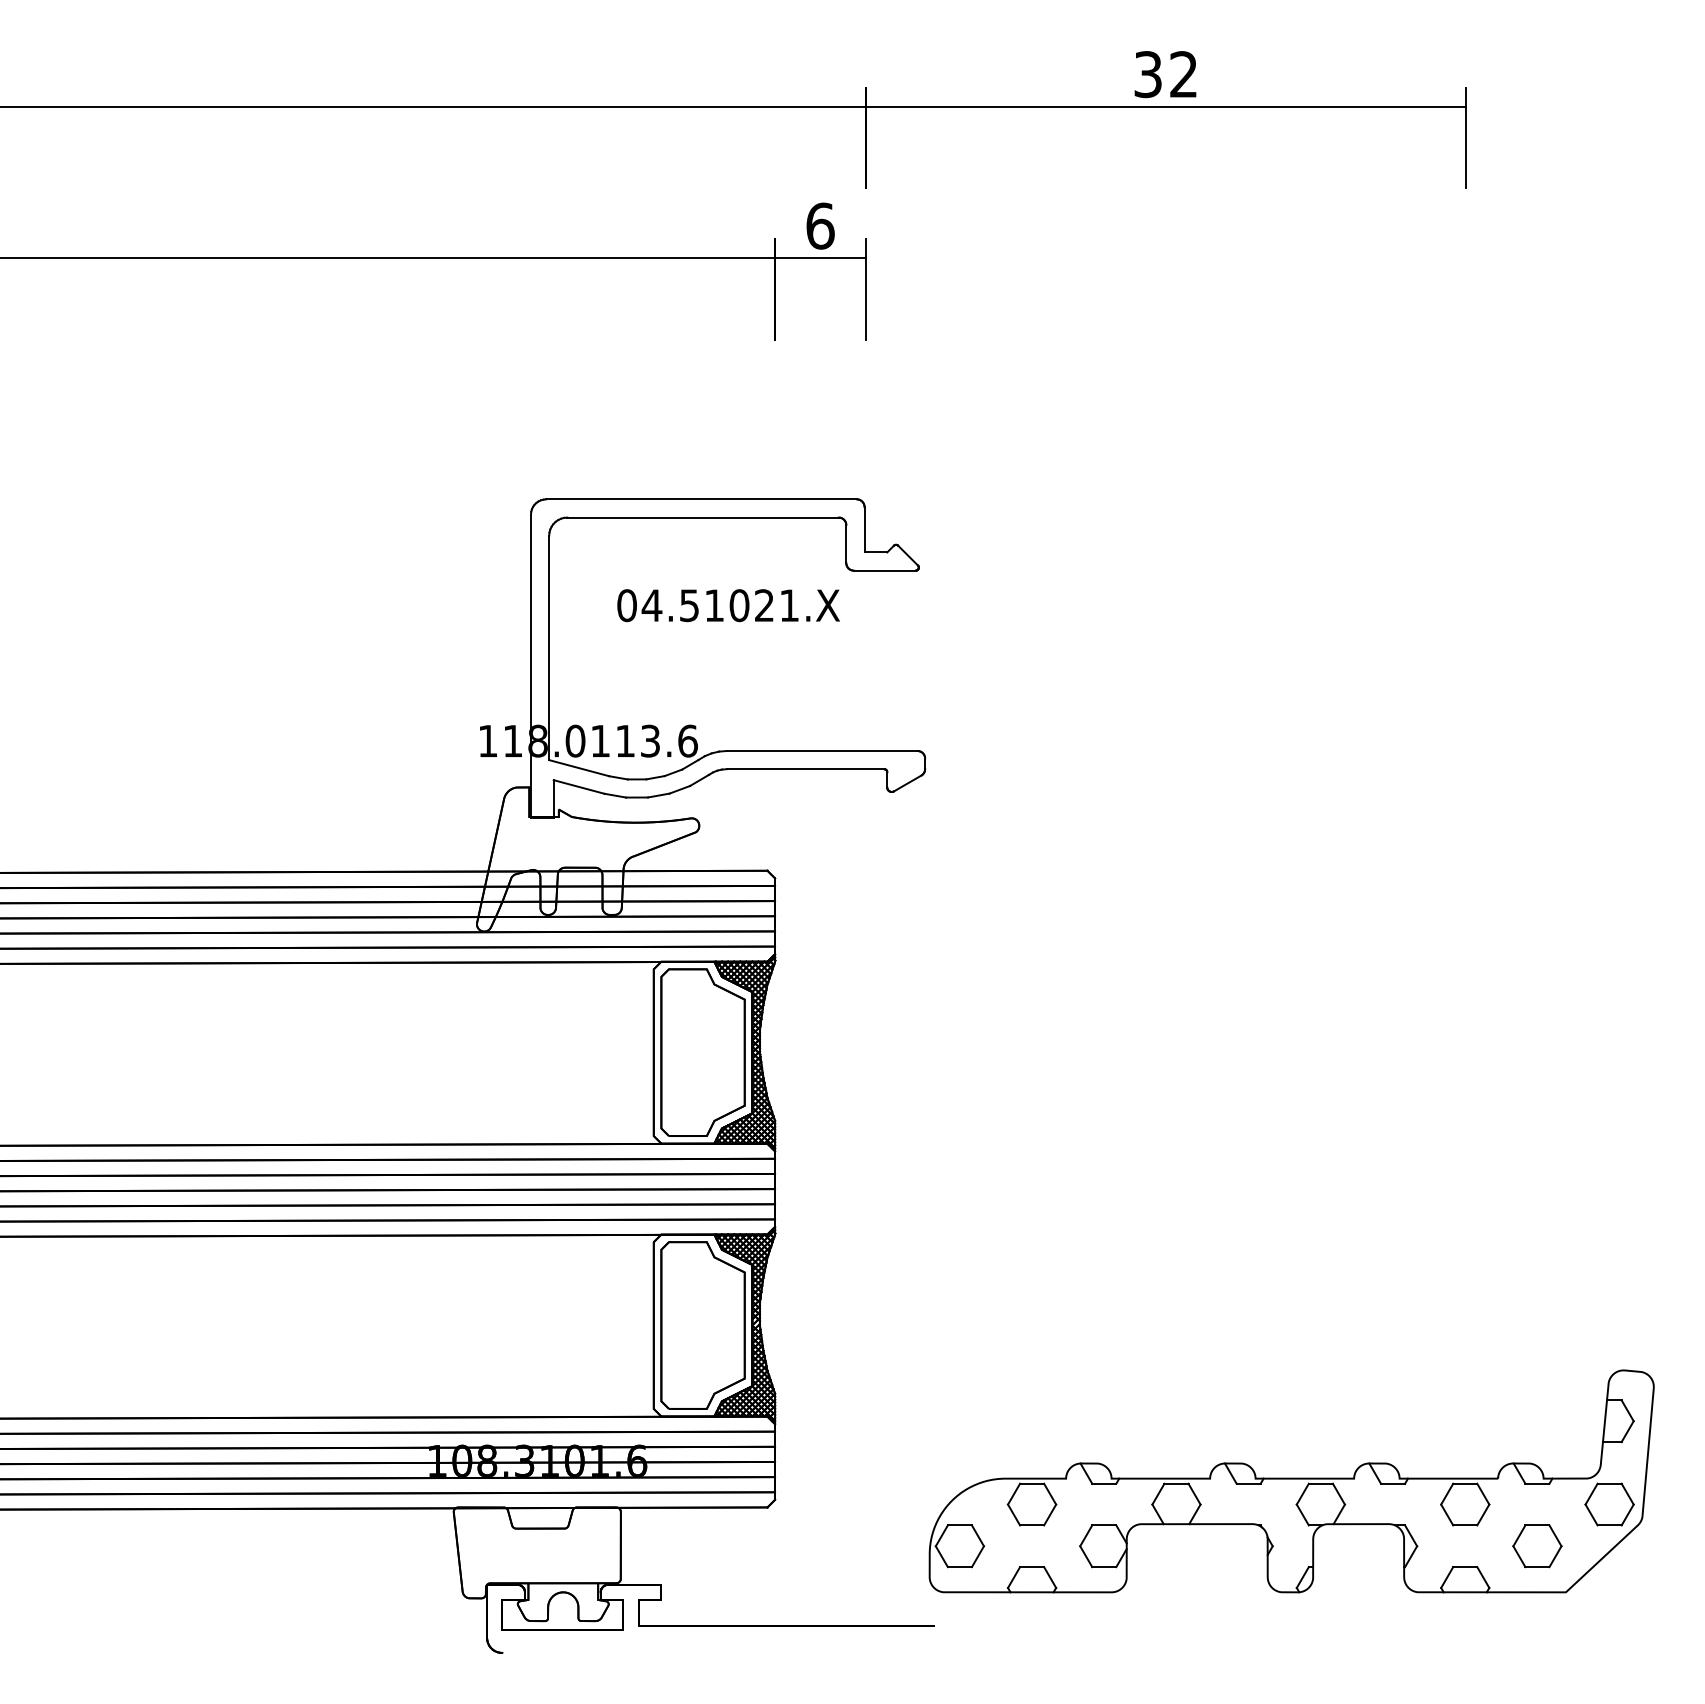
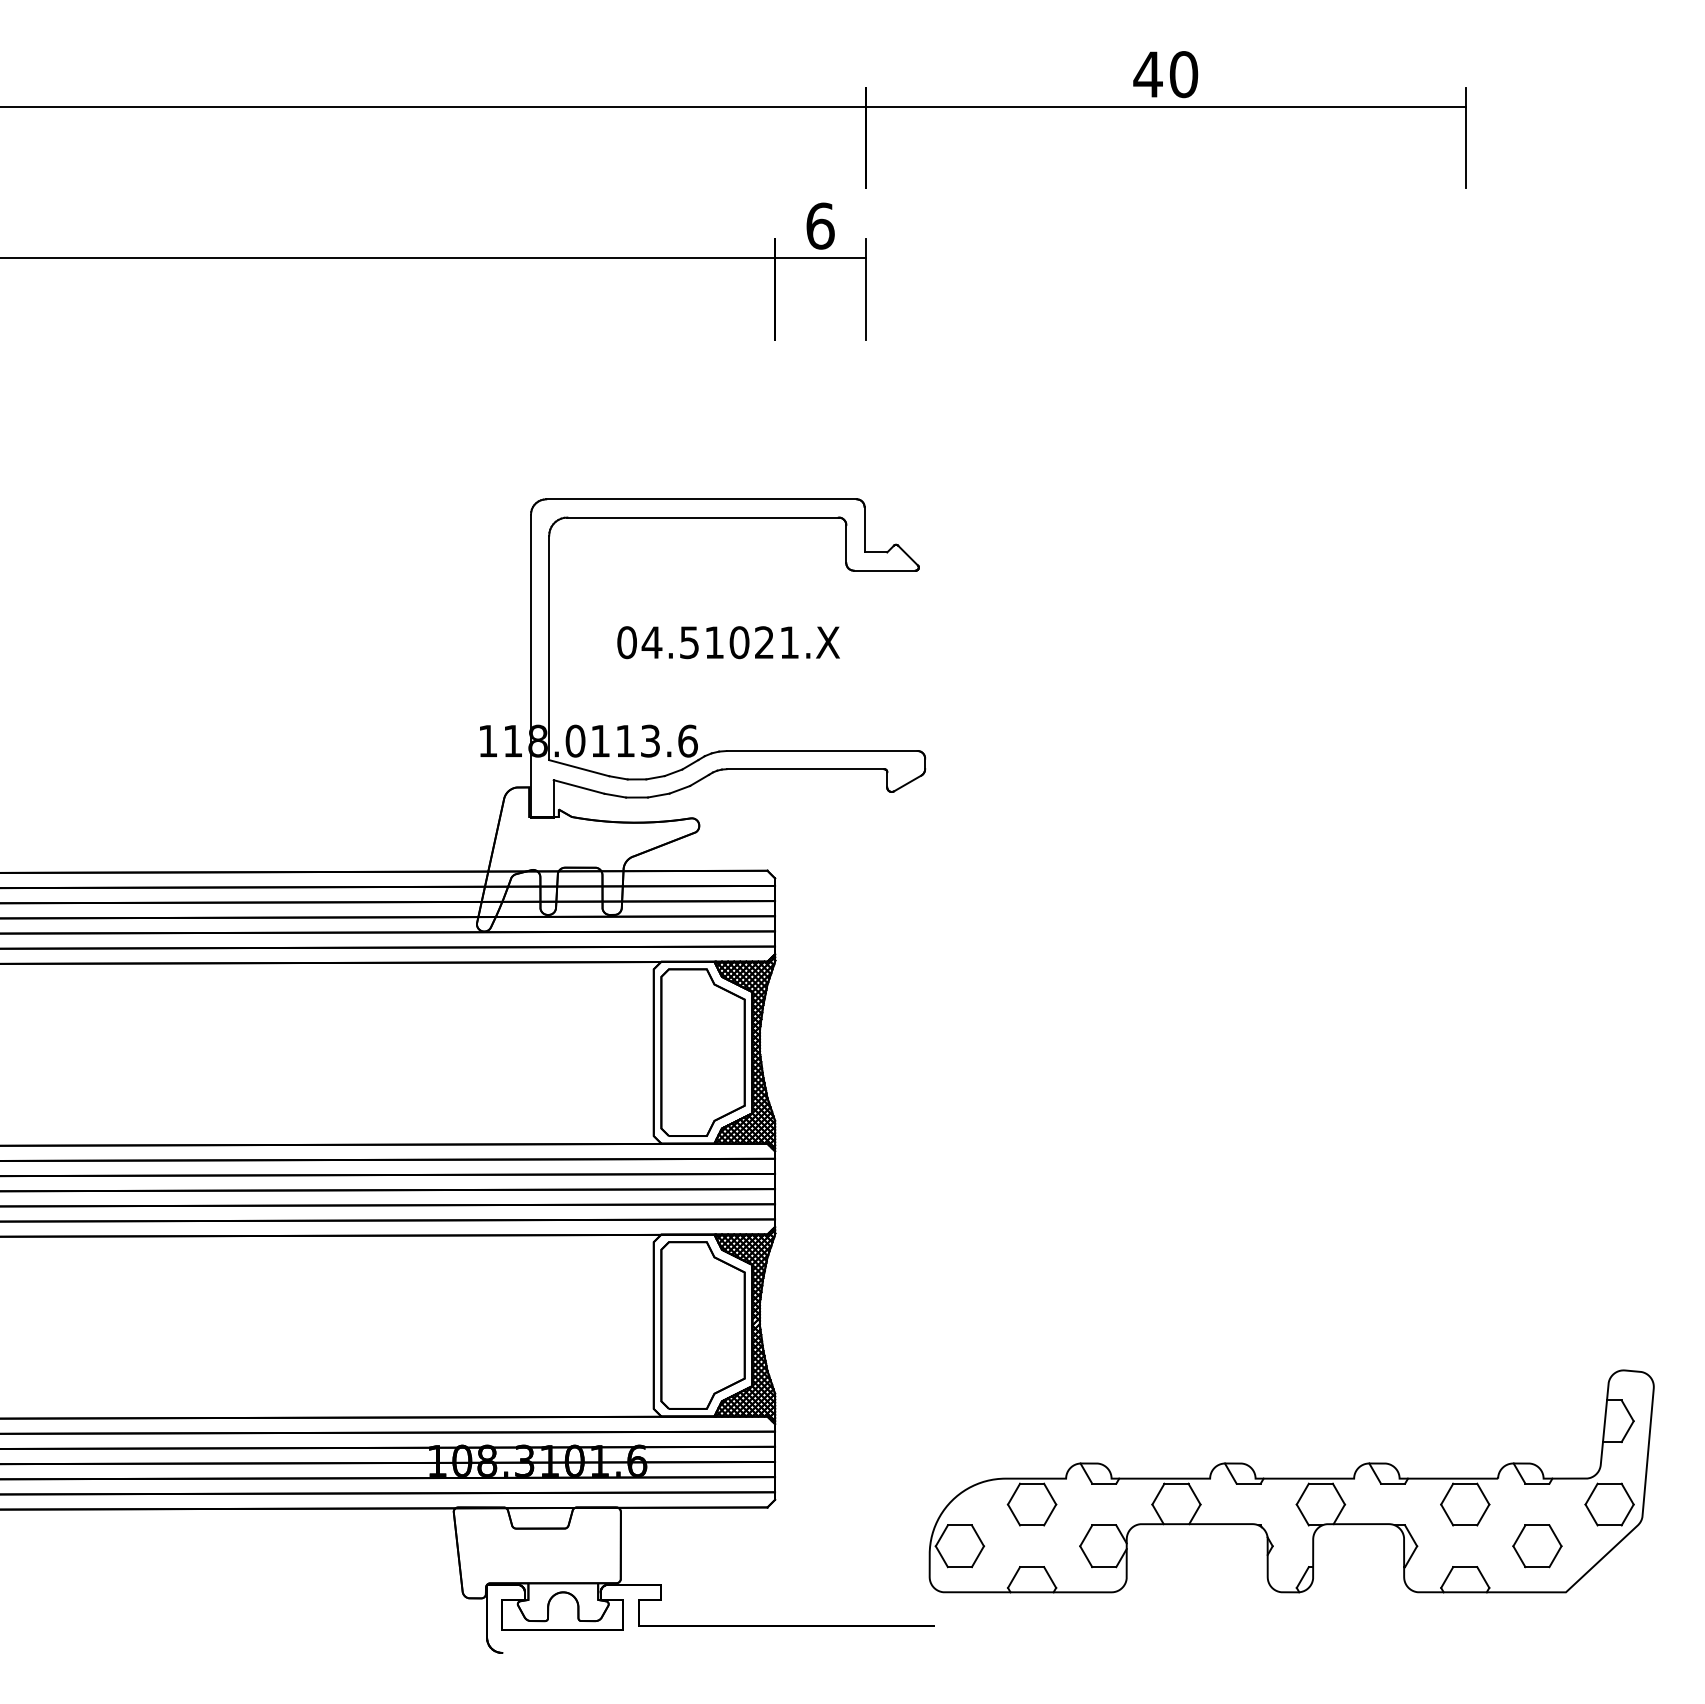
text at (1165, 74): 32 -> 40
text at (728, 605) position: (728, 605) -> (728, 642)
